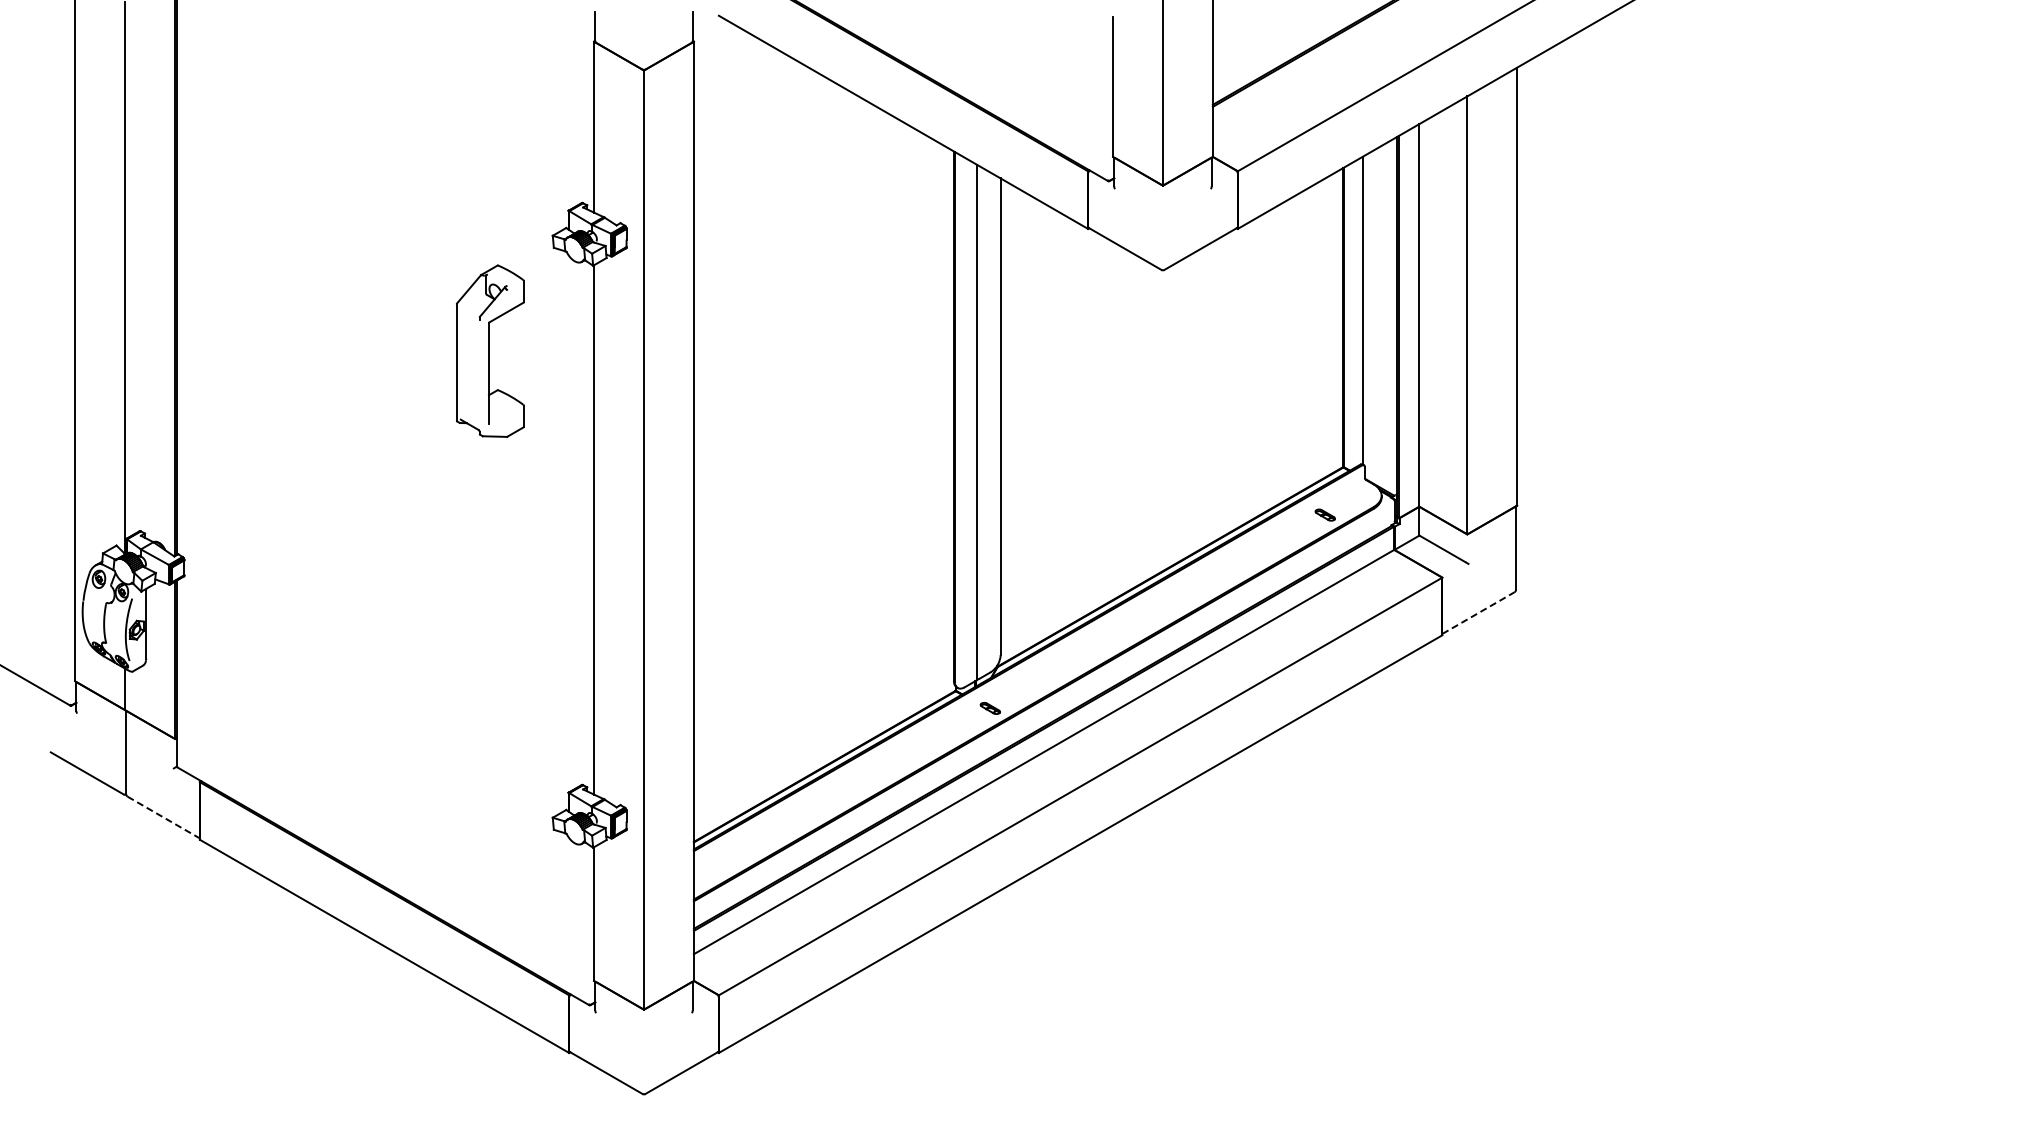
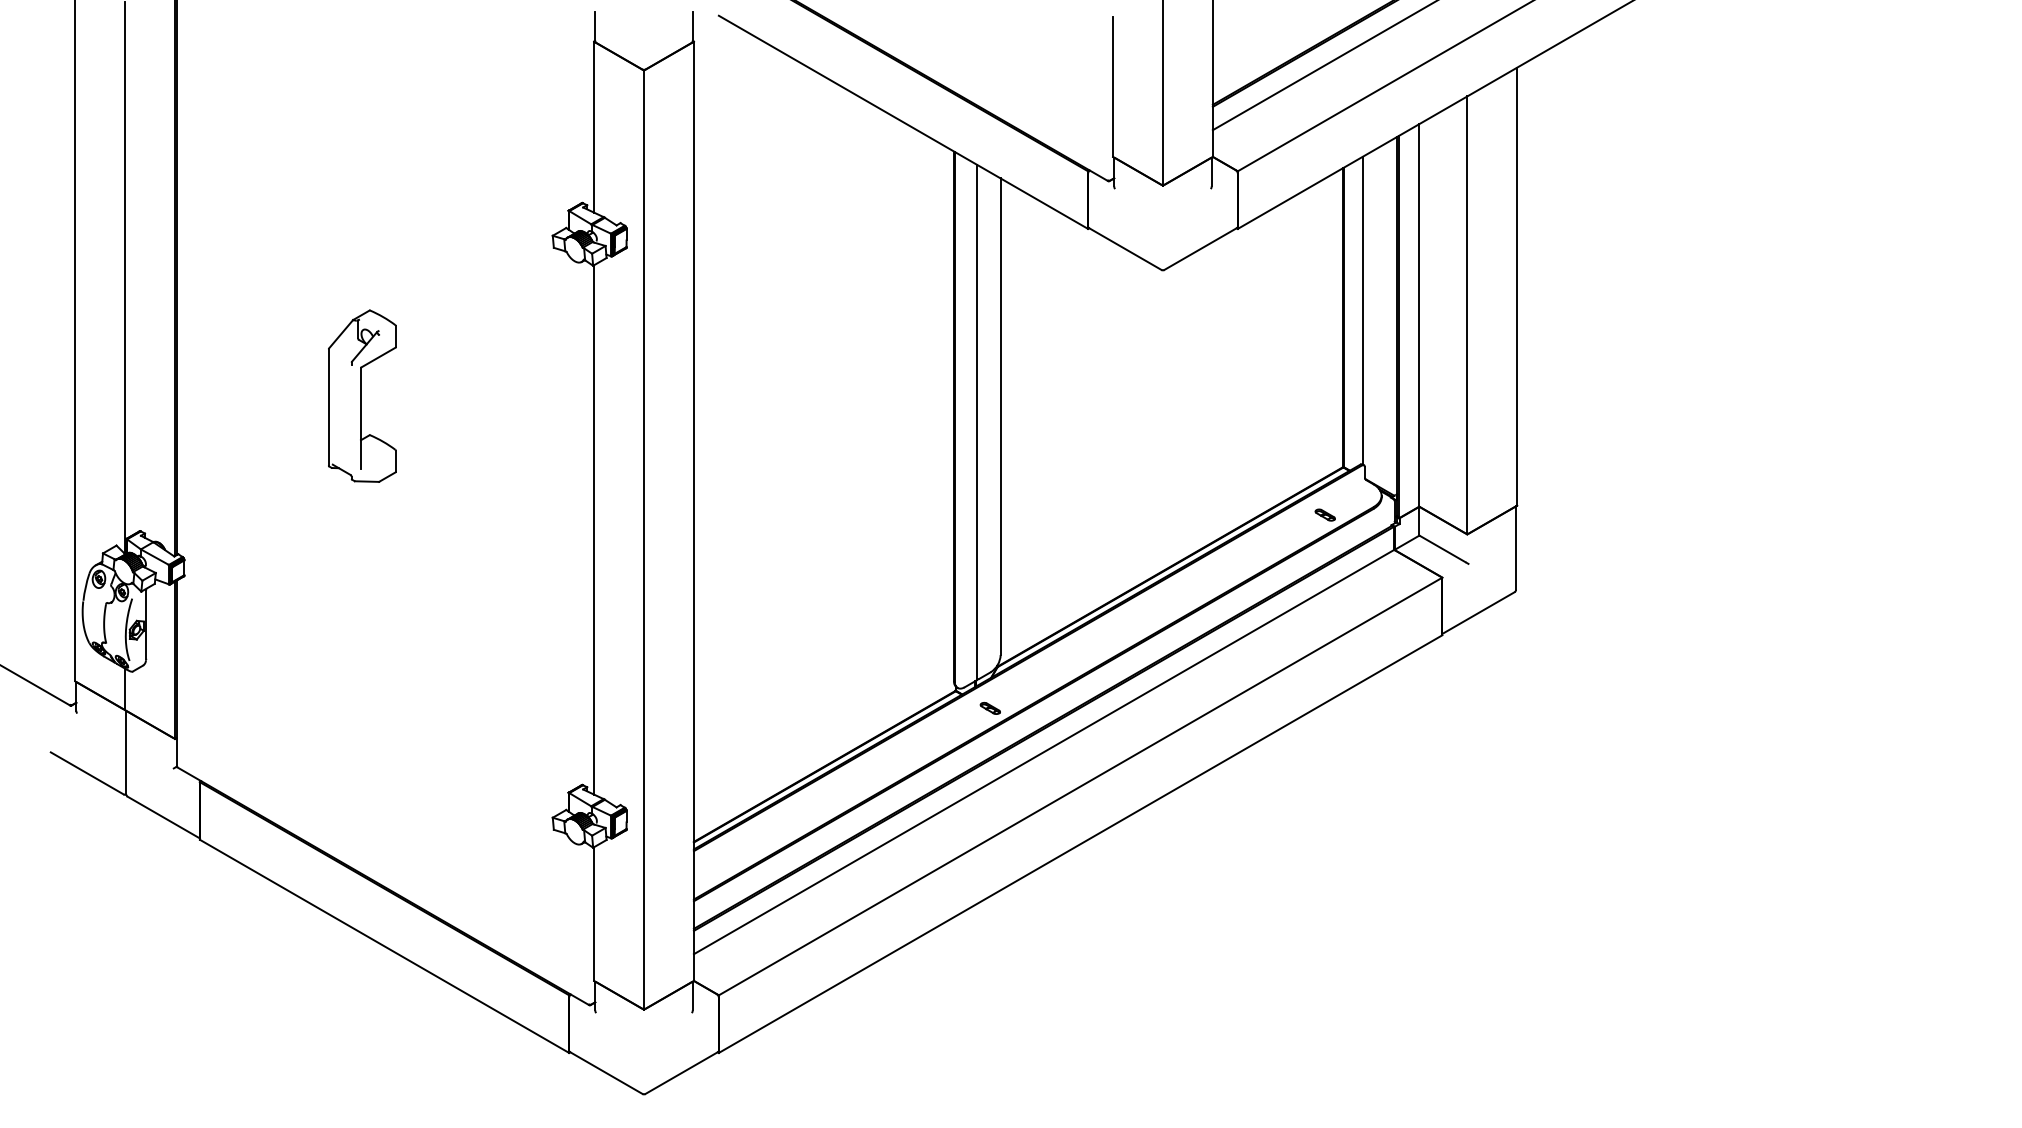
line at (1323, 66): none -> present
part at (490, 350) position: (490, 350) -> (362, 395)
line at (1478, 613): dashed -> solid
line at (163, 817): dashed -> solid
